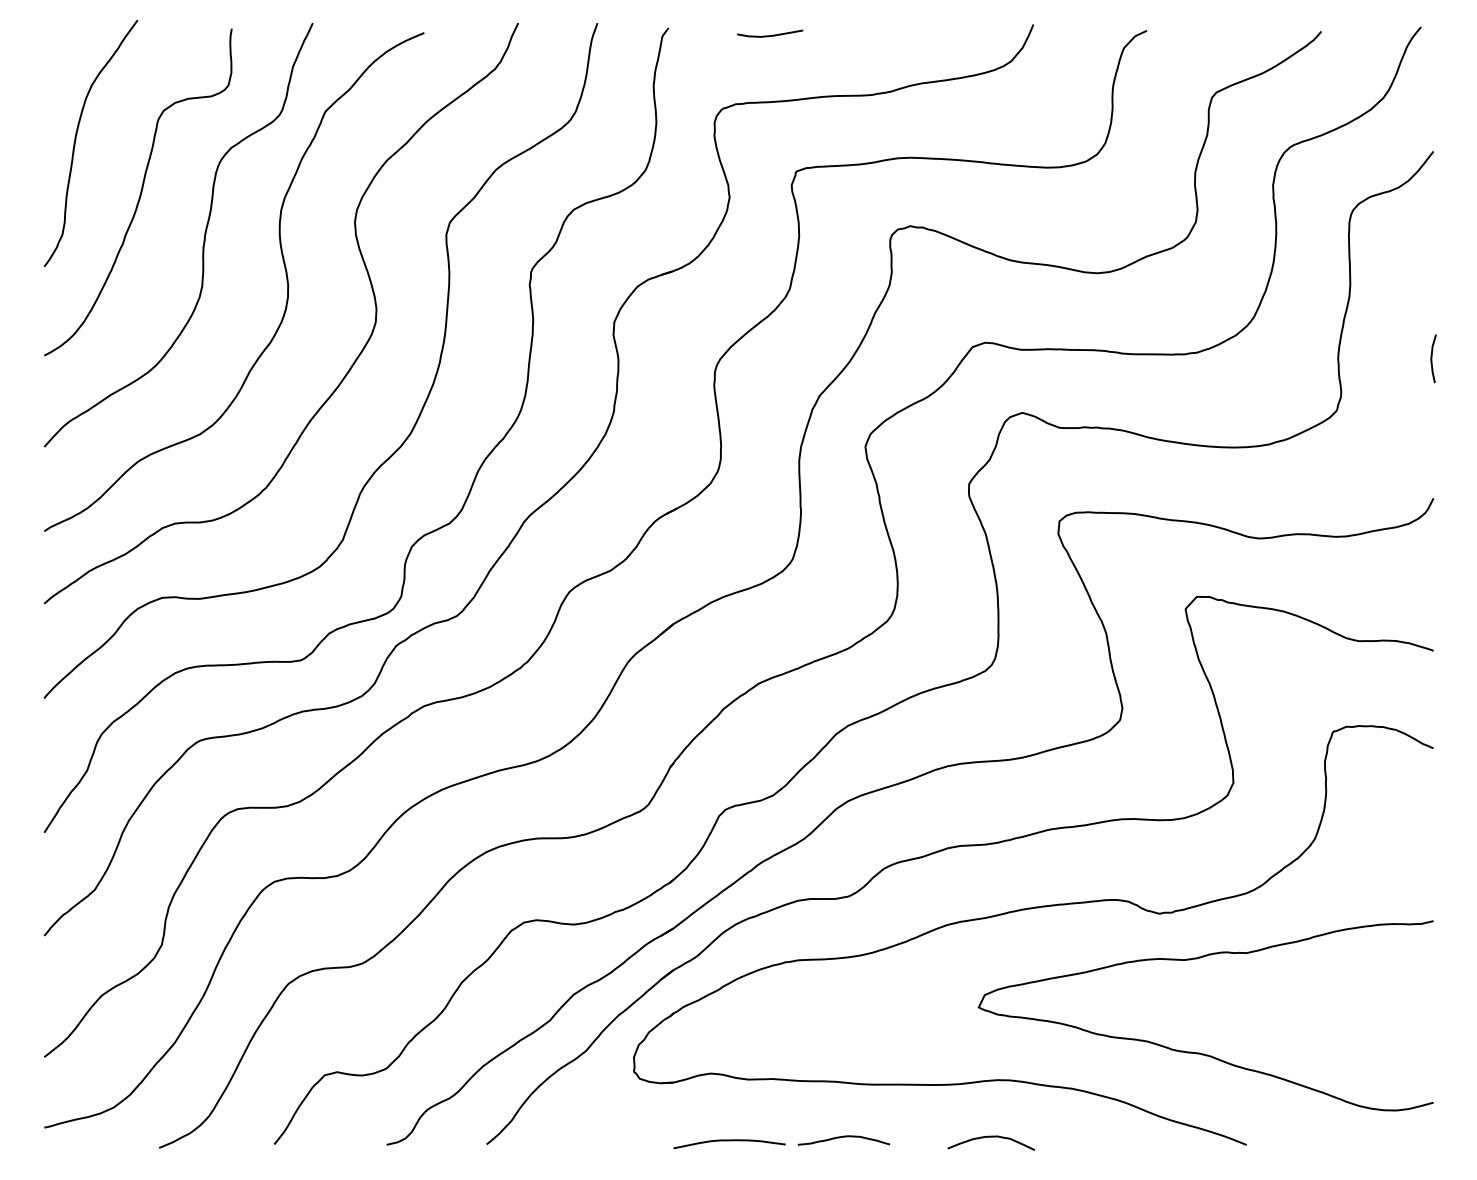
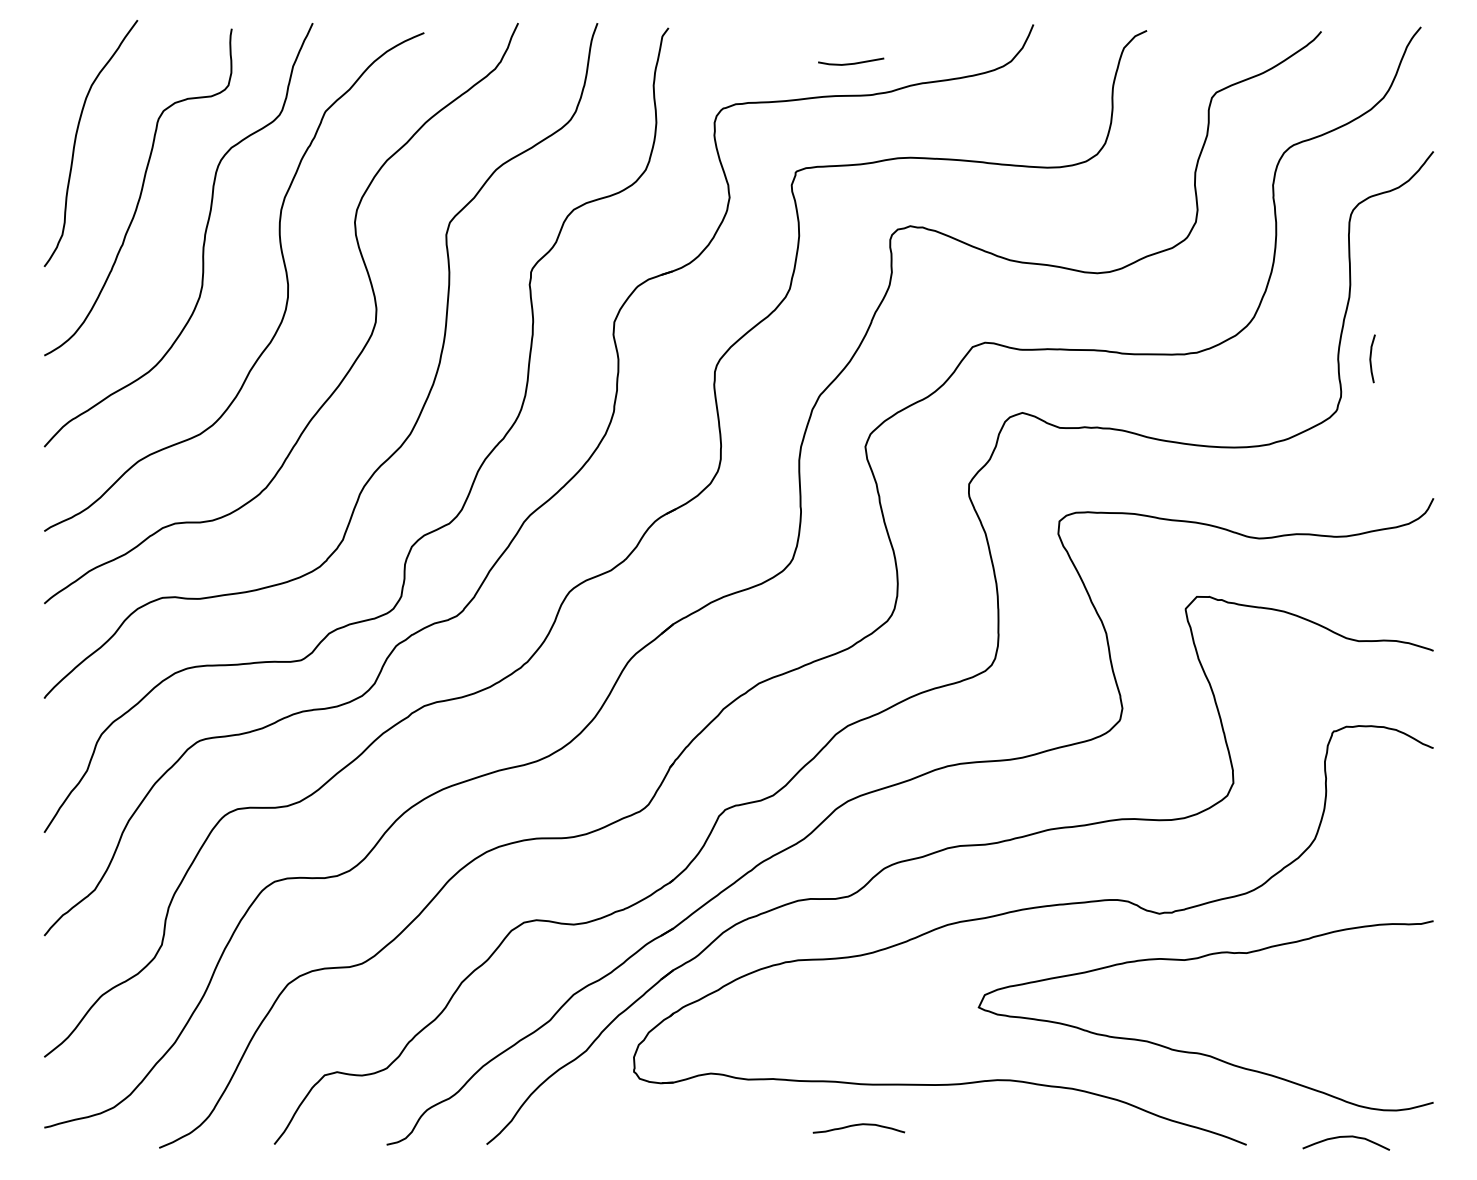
line at (770, 35) position: (770, 35) -> (851, 63)
curve at (1432, 358) position: (1432, 358) -> (1371, 358)
curve at (843, 1137) position: (843, 1137) -> (858, 1125)
curve at (991, 1137) position: (991, 1137) -> (1346, 1137)
curve at (729, 1141): present -> none
